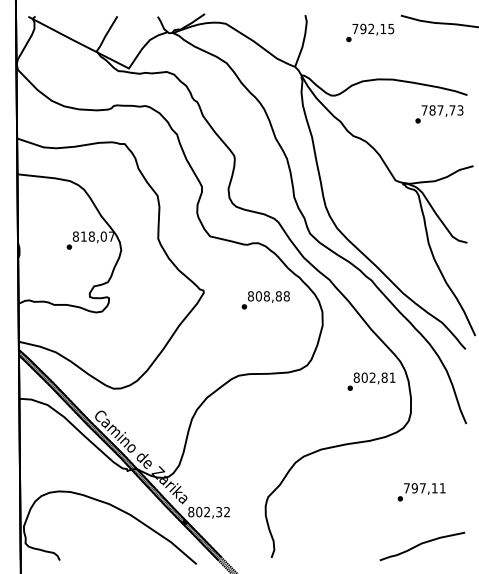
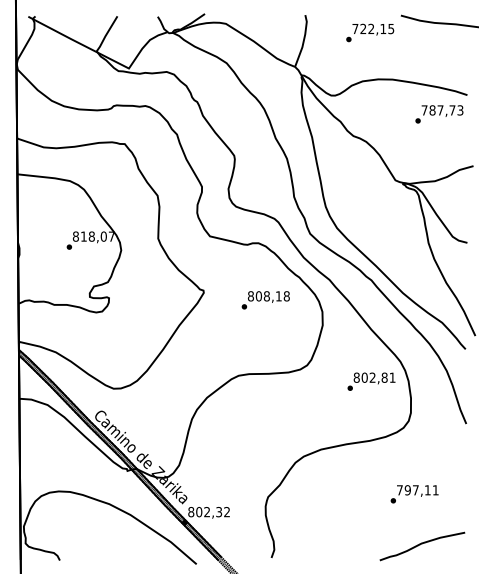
text at (363, 29): 792,15 -> 722,15
text at (278, 296): 808,88 -> 808,18
text at (421, 492) position: (421, 492) -> (414, 494)
